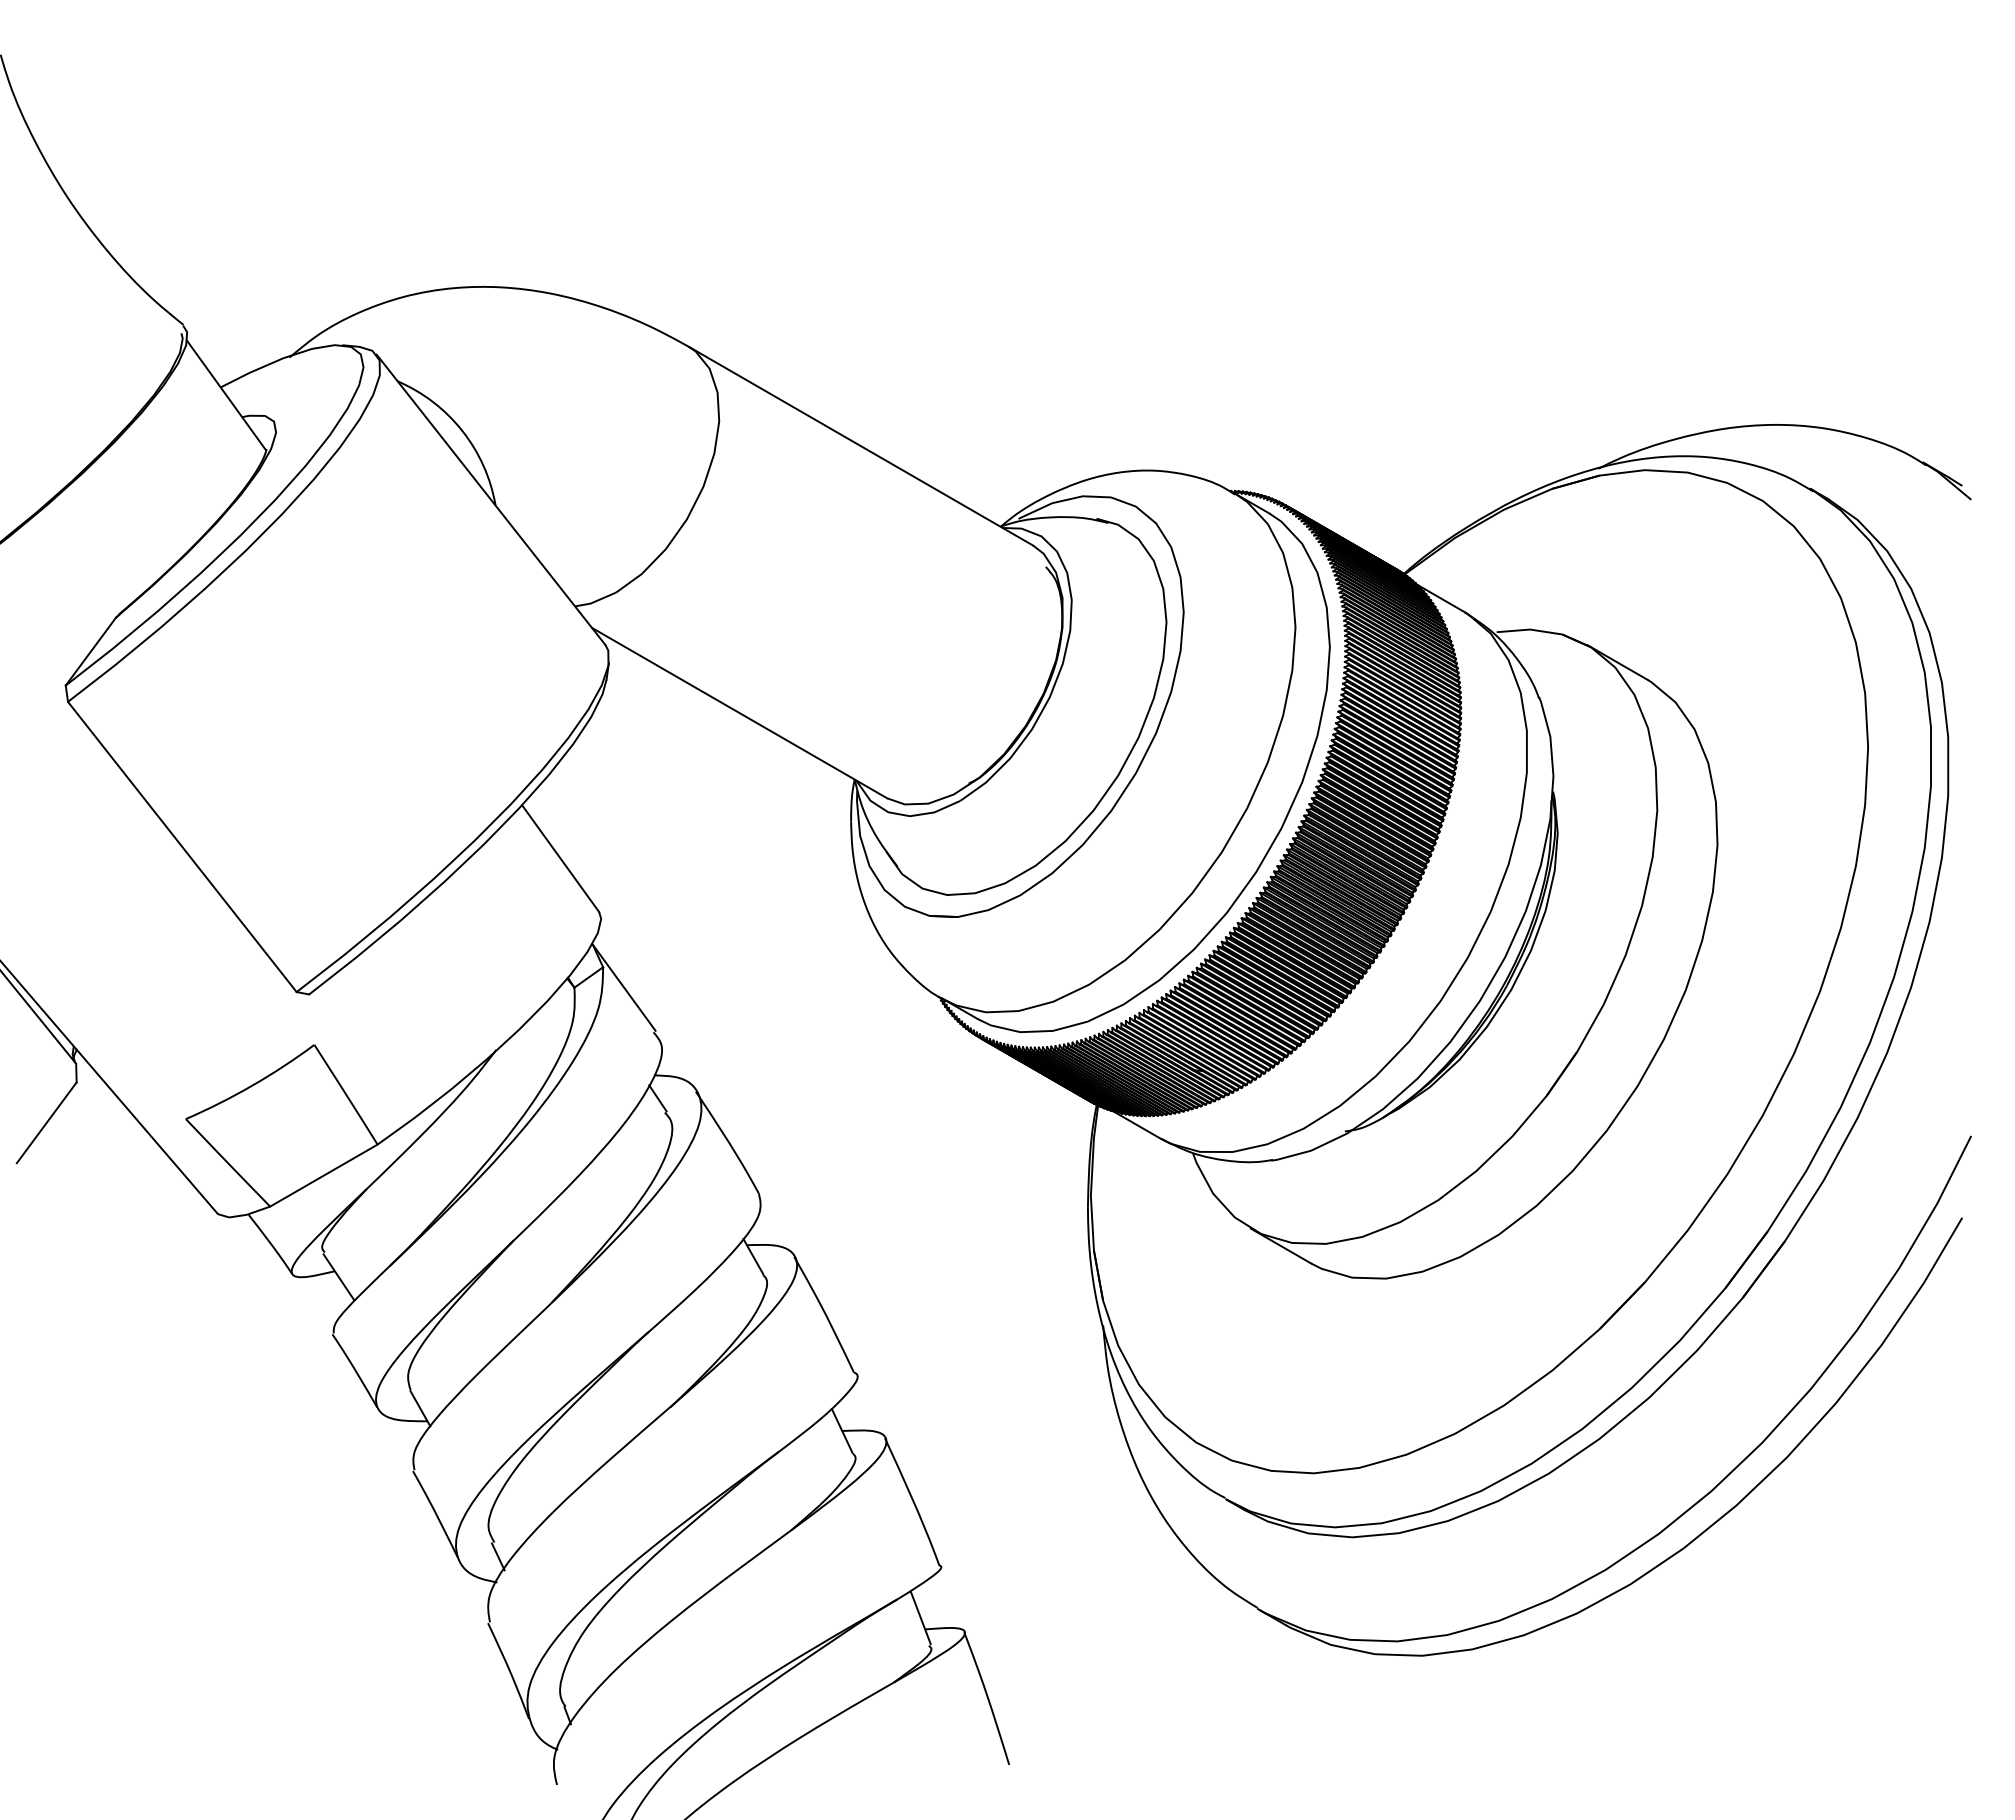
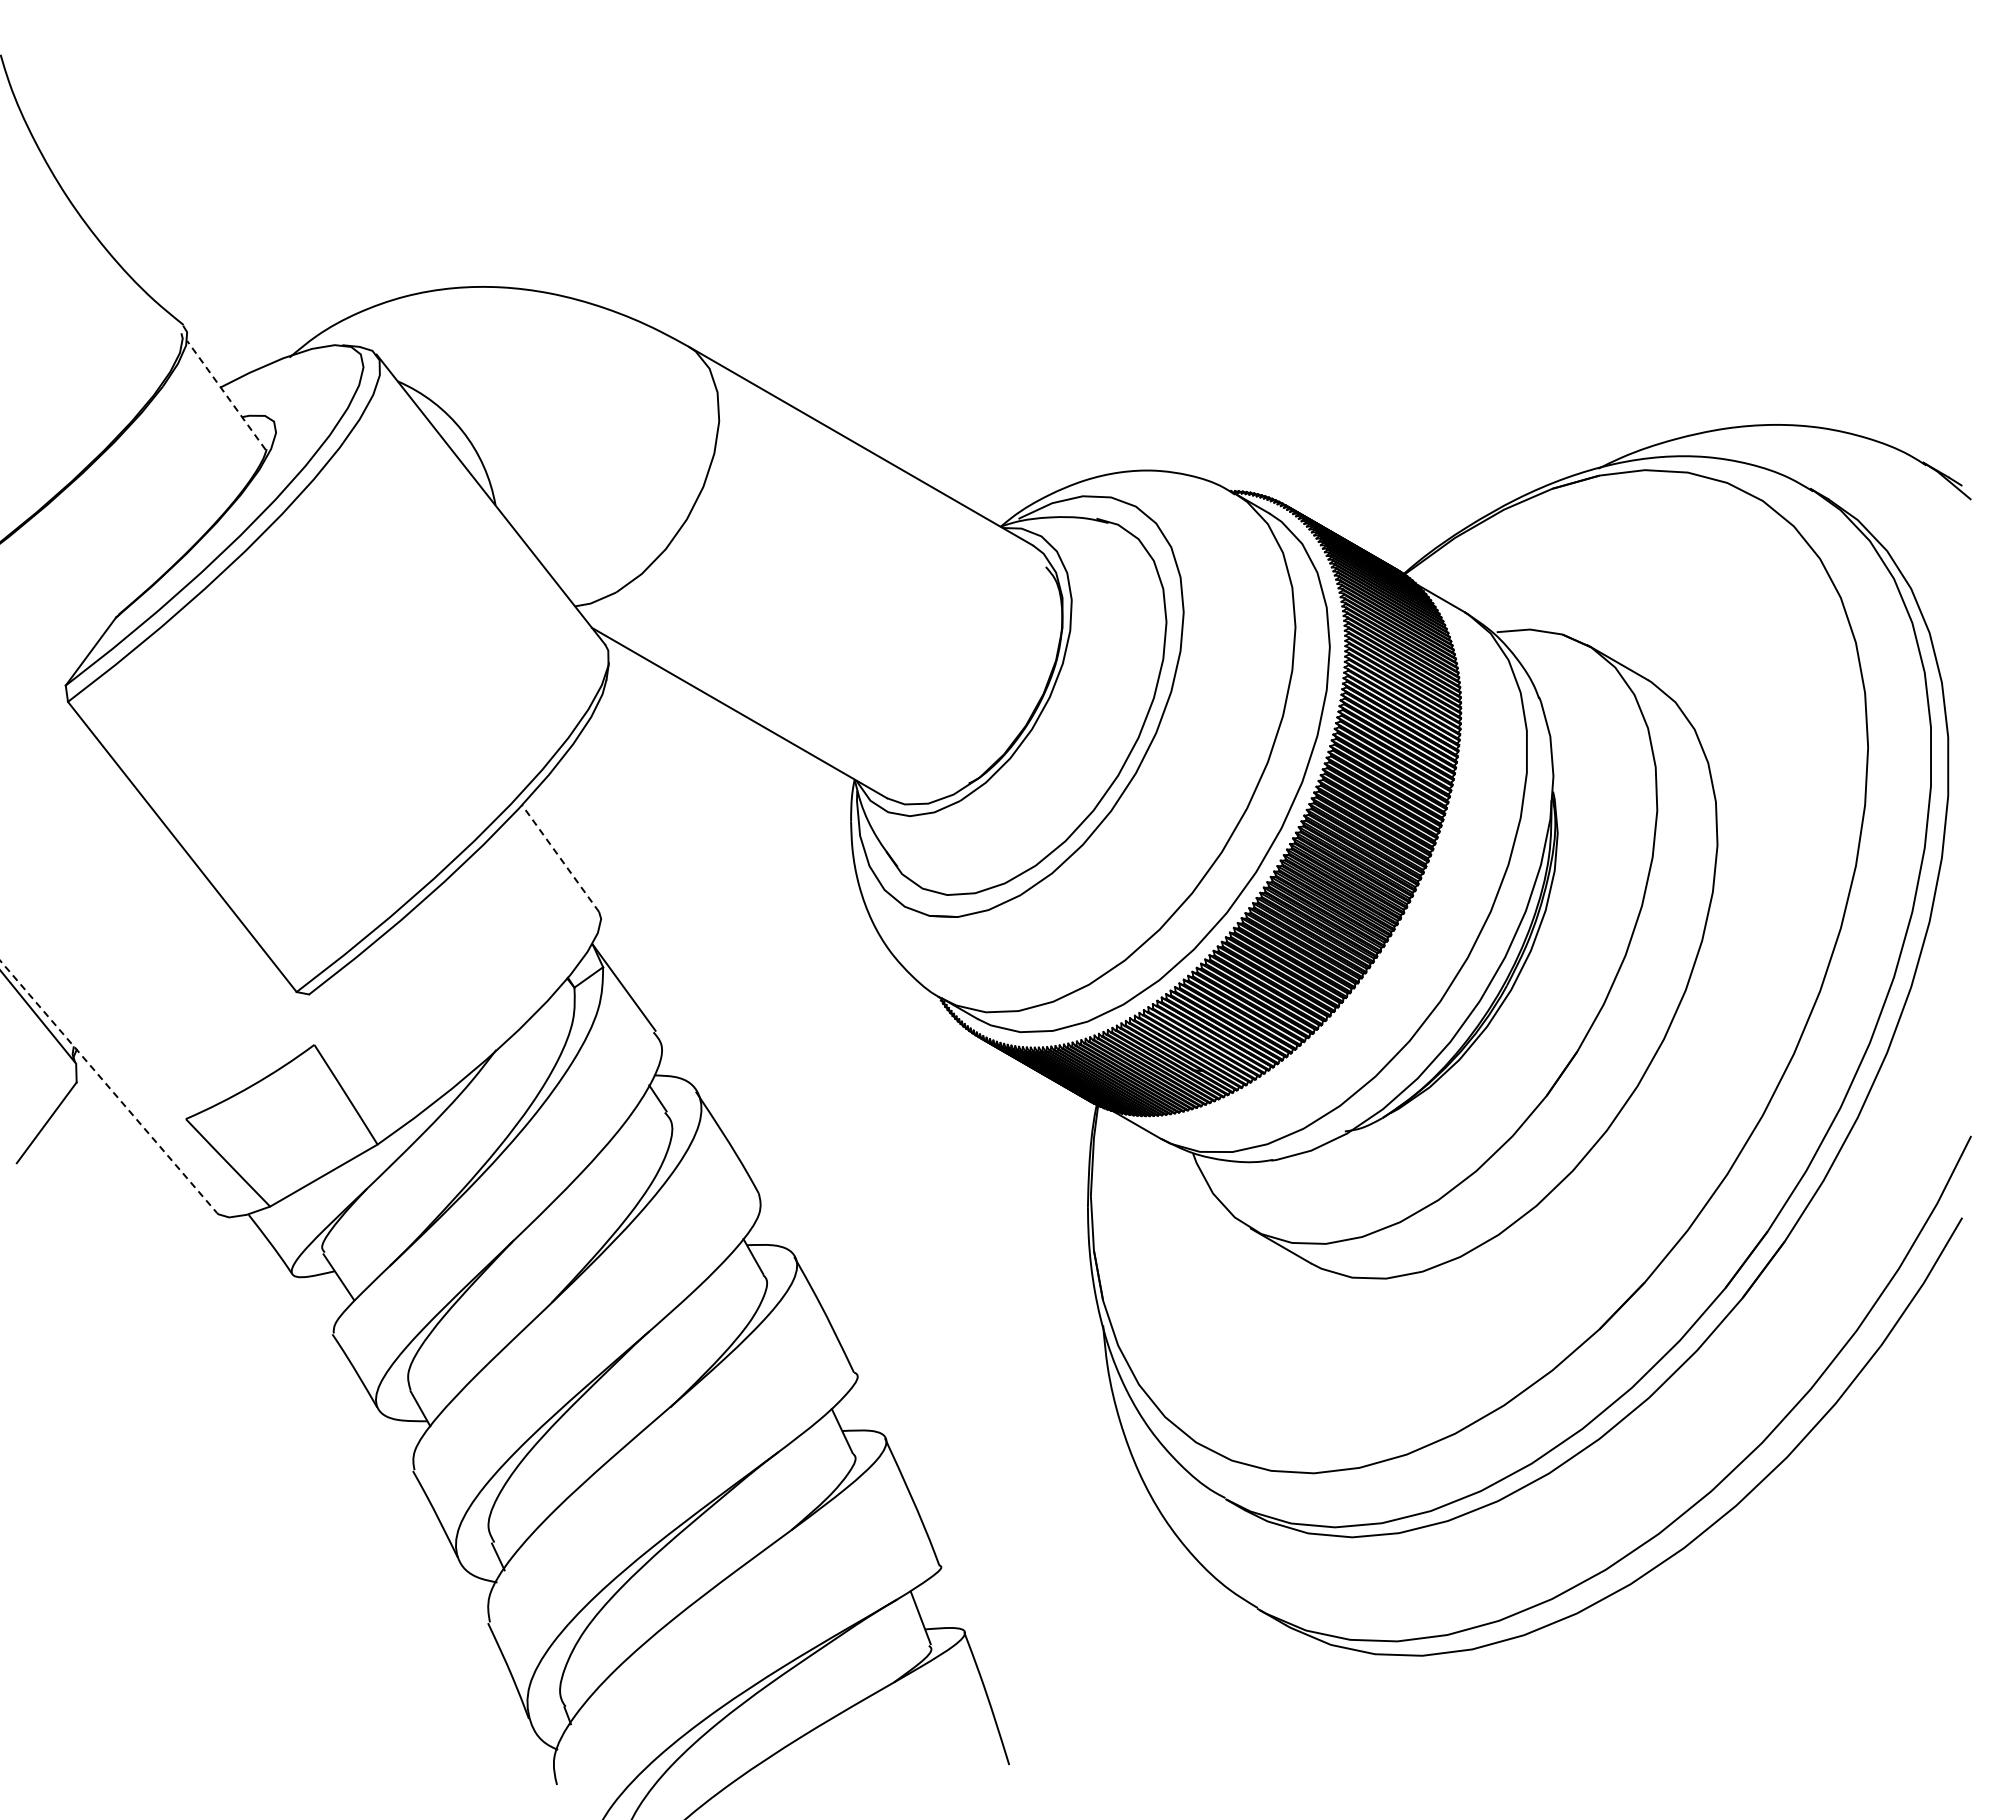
line at (226, 395): solid -> dashed
line at (560, 858): solid -> dashed
line at (108, 1087): solid -> dashed
